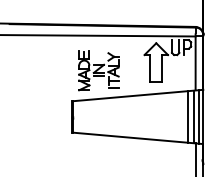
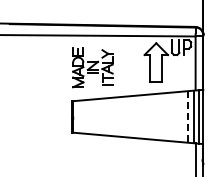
part at (98, 70) position: (98, 70) -> (92, 67)
line at (188, 116): solid -> dashed
